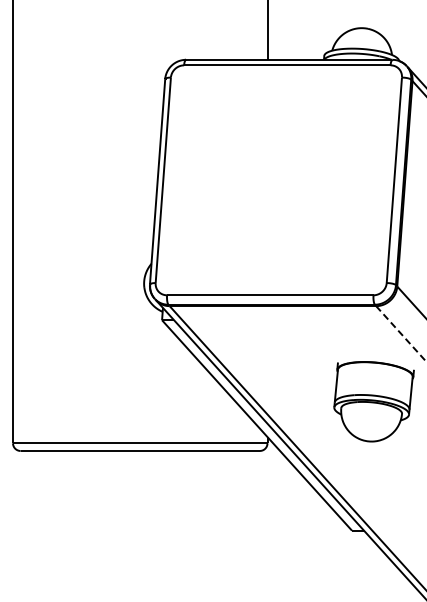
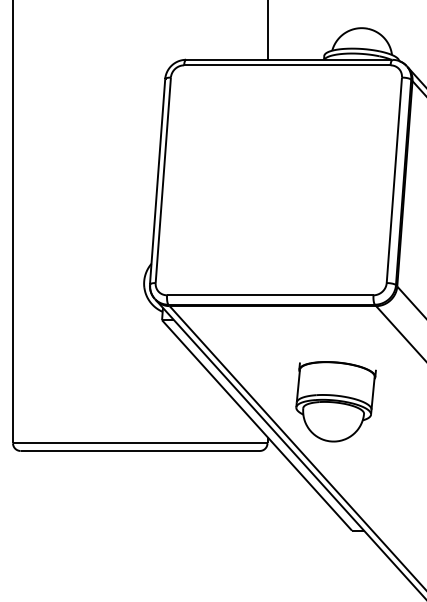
line at (401, 334): dashed -> solid
part at (373, 401) position: (373, 401) -> (335, 401)
